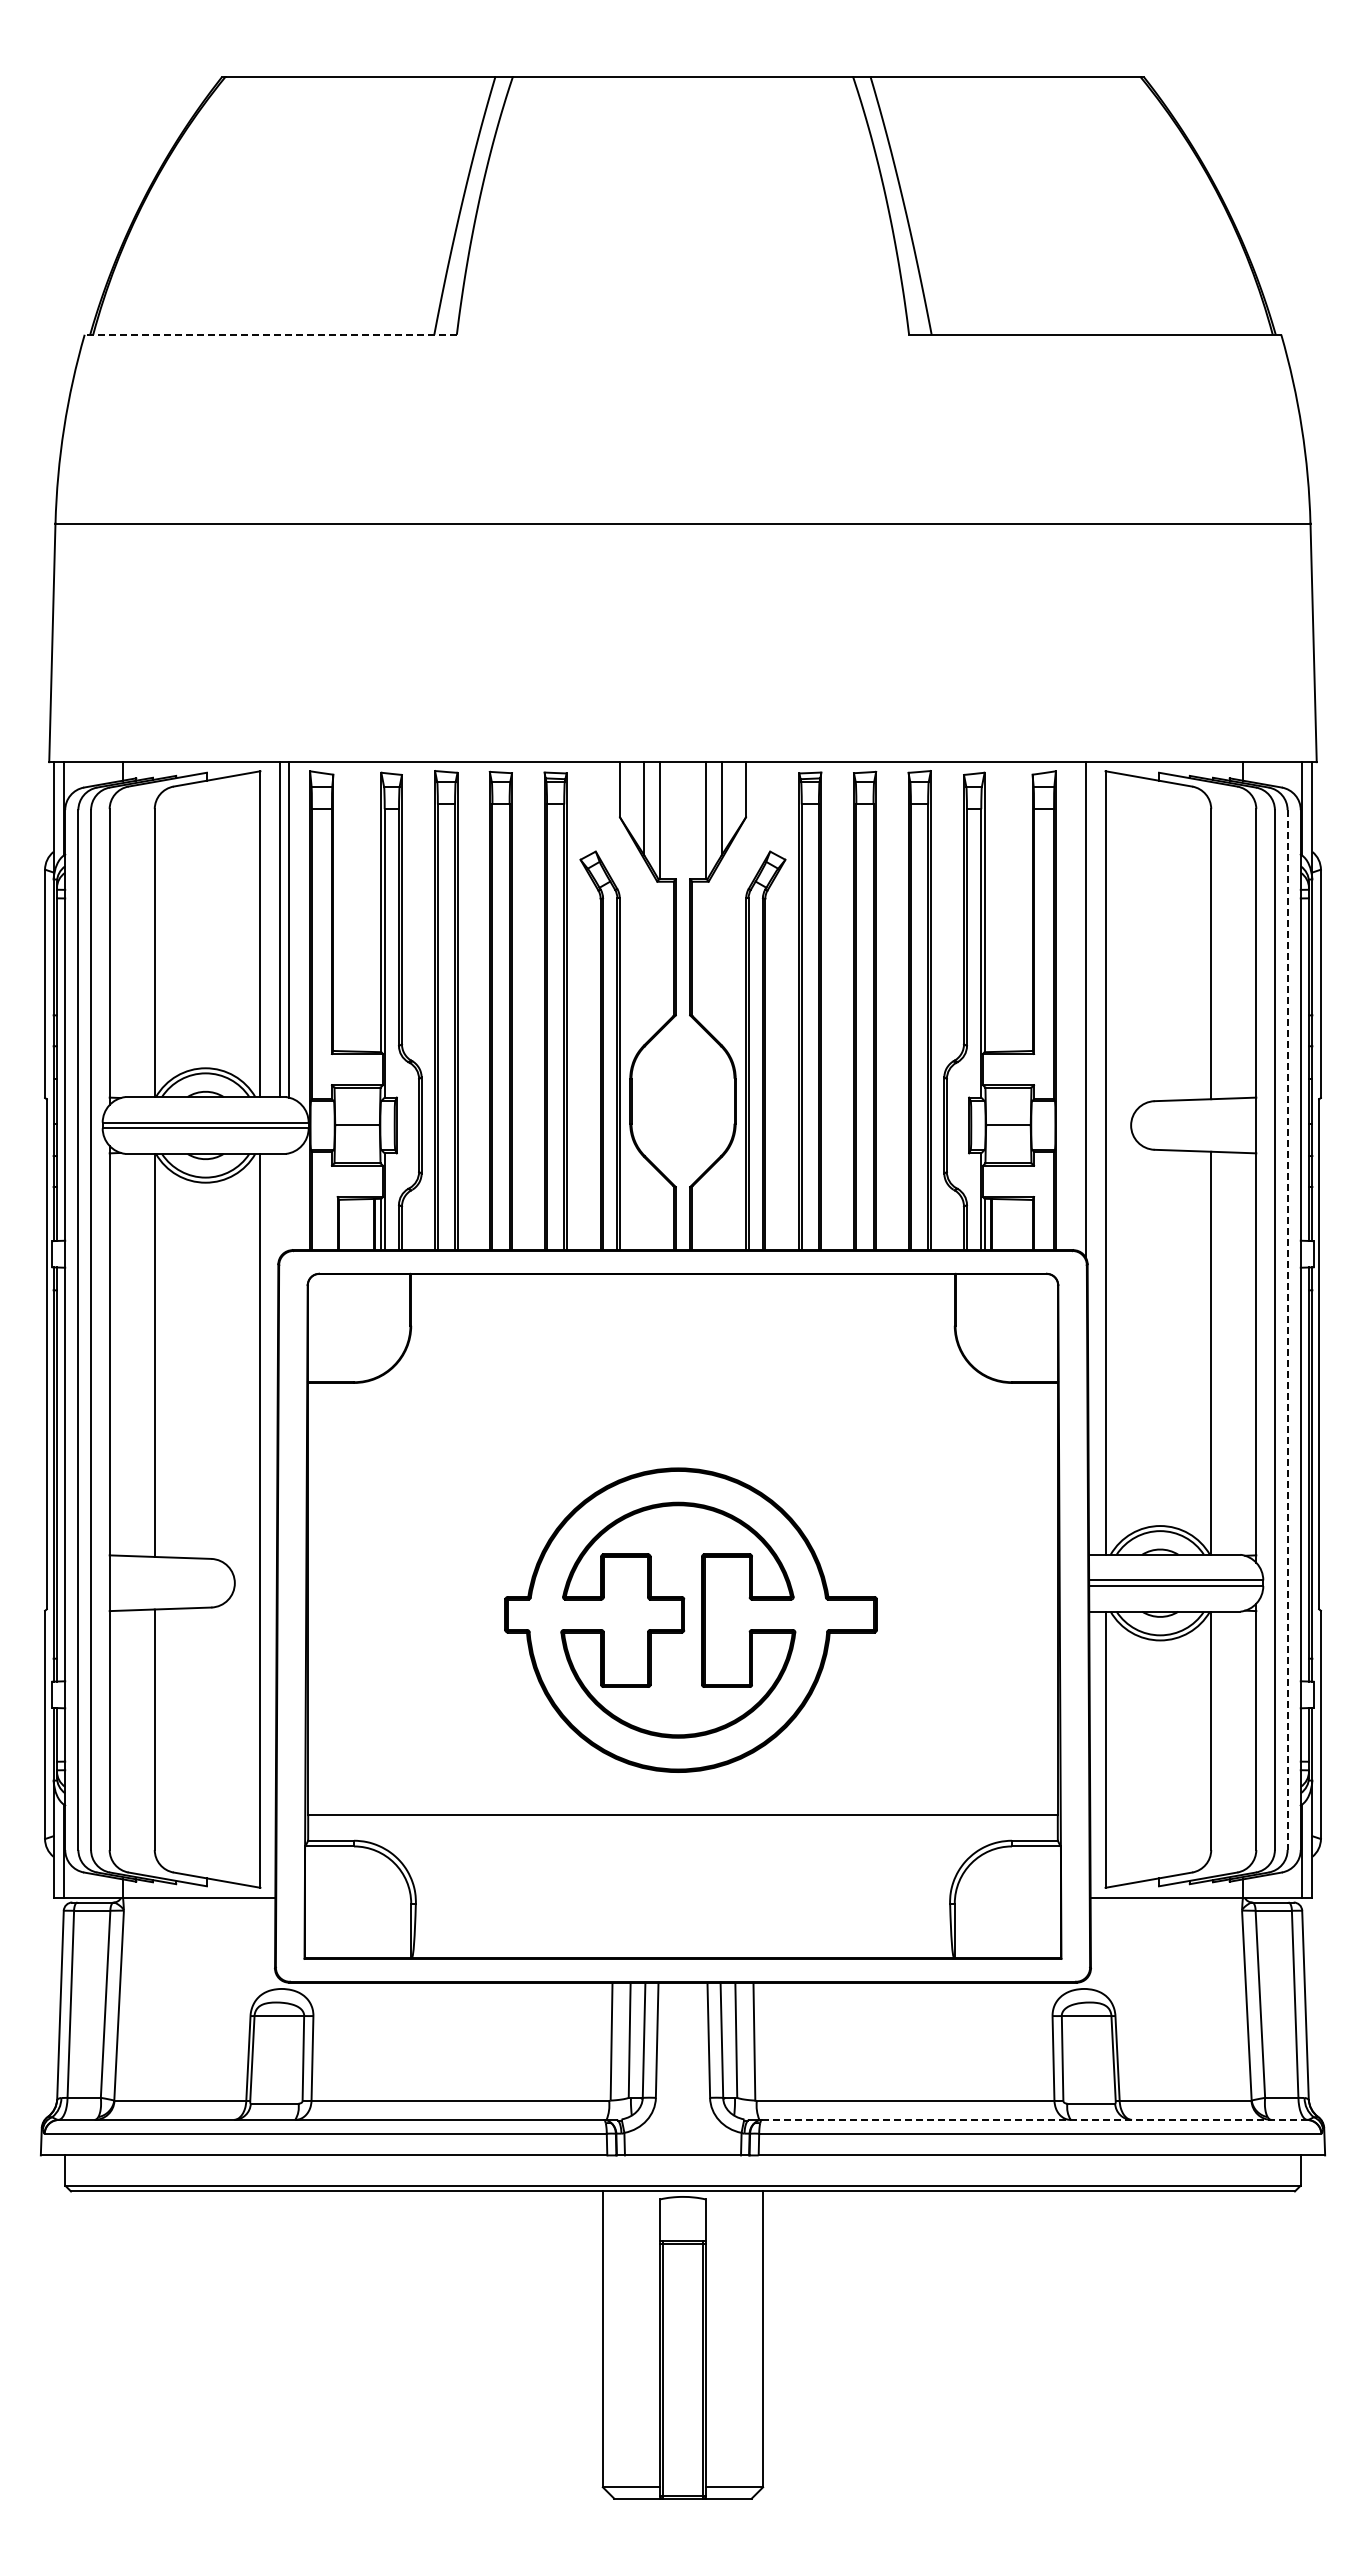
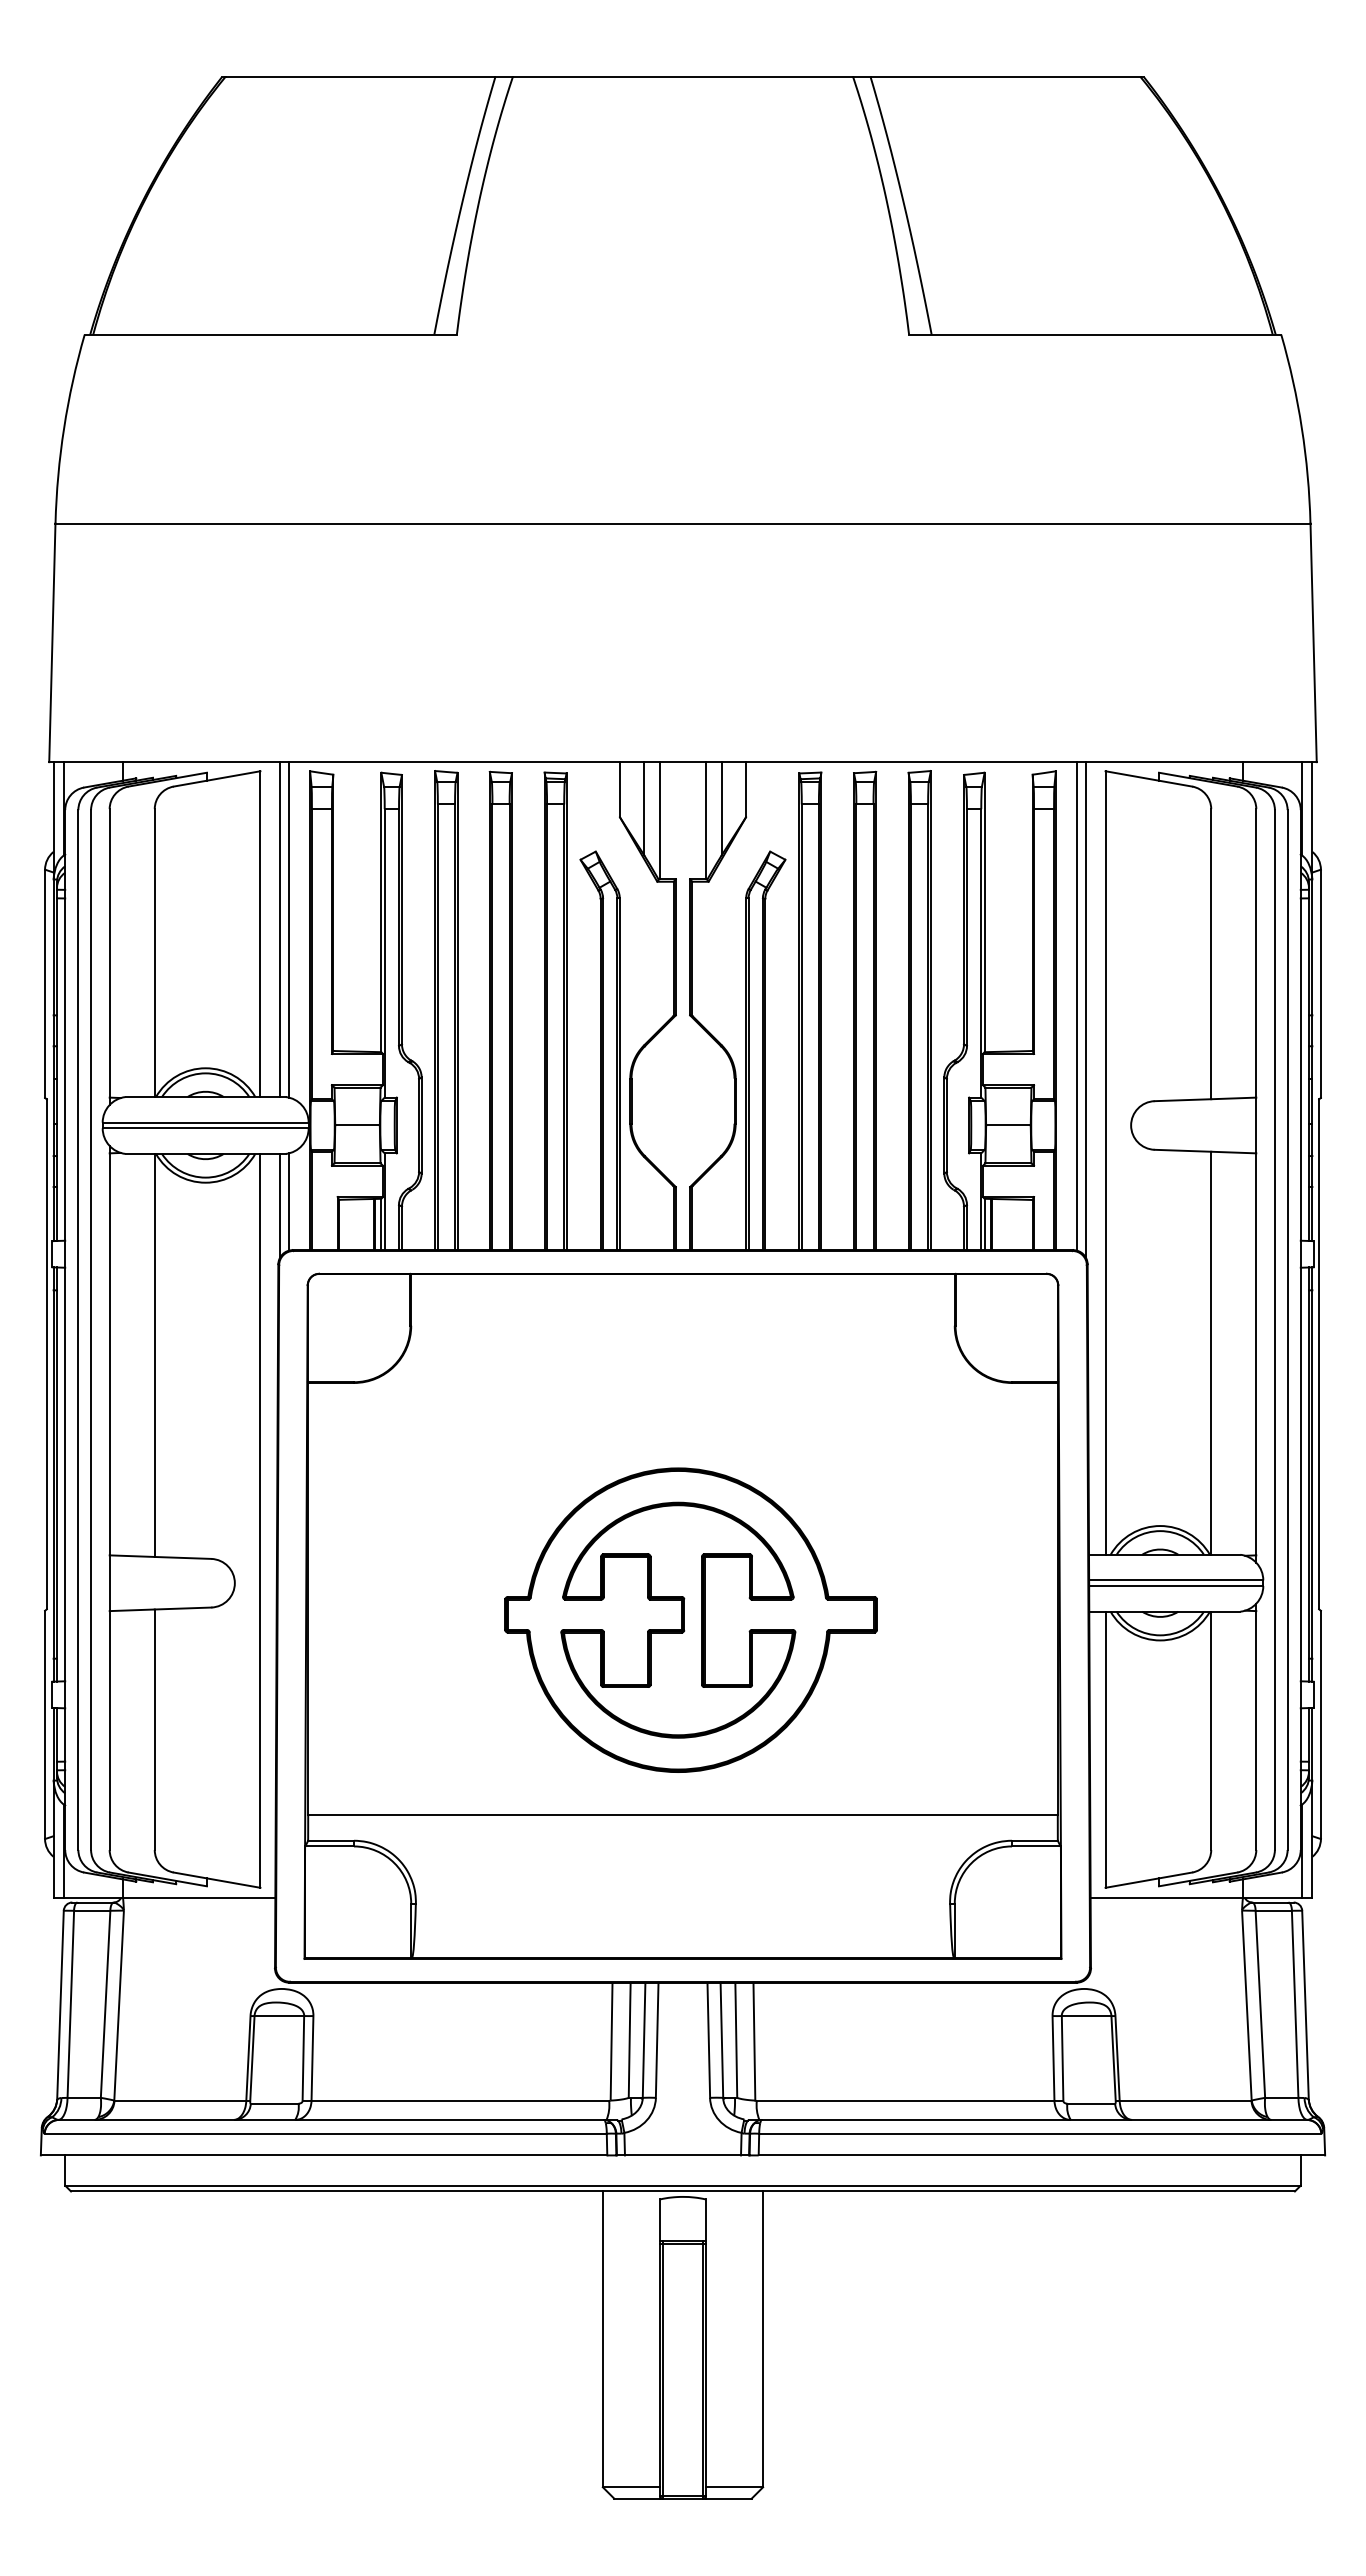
line at (270, 334): dashed -> solid
line at (1077, 1006): none -> present
line at (288, 1201): none -> present
line at (280, 1205): none -> present
line at (1287, 1330): dashed -> solid
line at (1034, 2119): dashed -> solid
